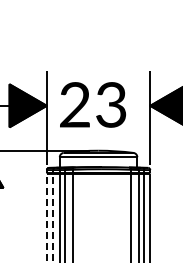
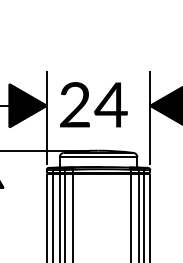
text at (110, 104): 23 -> 24
line at (46, 217): dashed -> solid
line at (53, 217): dashed -> solid
